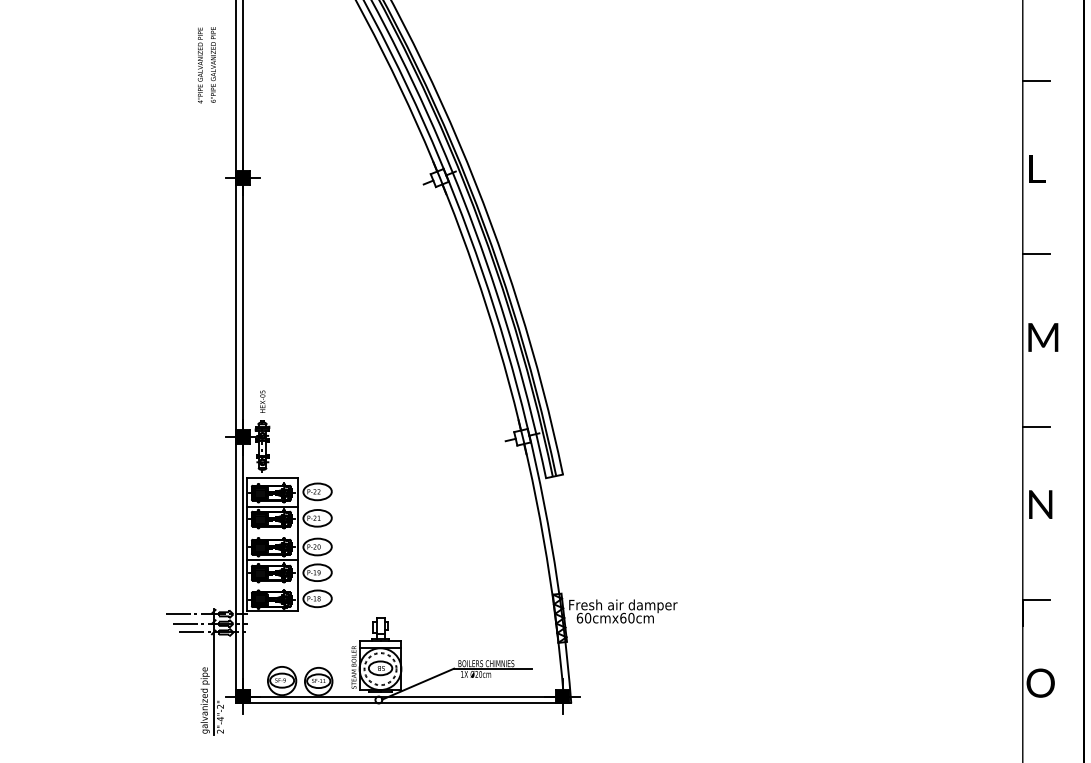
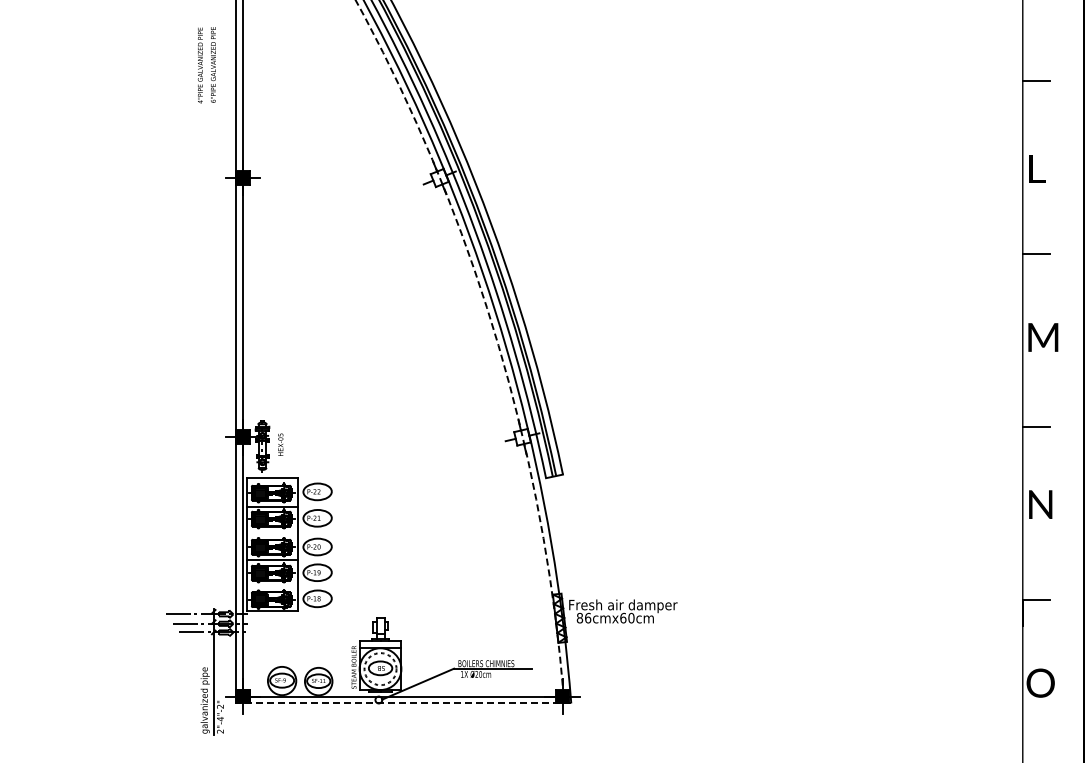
arc at (495, 336): solid -> dashed
text at (262, 401) position: (262, 401) -> (280, 444)
text at (583, 617): 60cmx60cm -> 86cmx60cm
line at (403, 703): solid -> dashed
